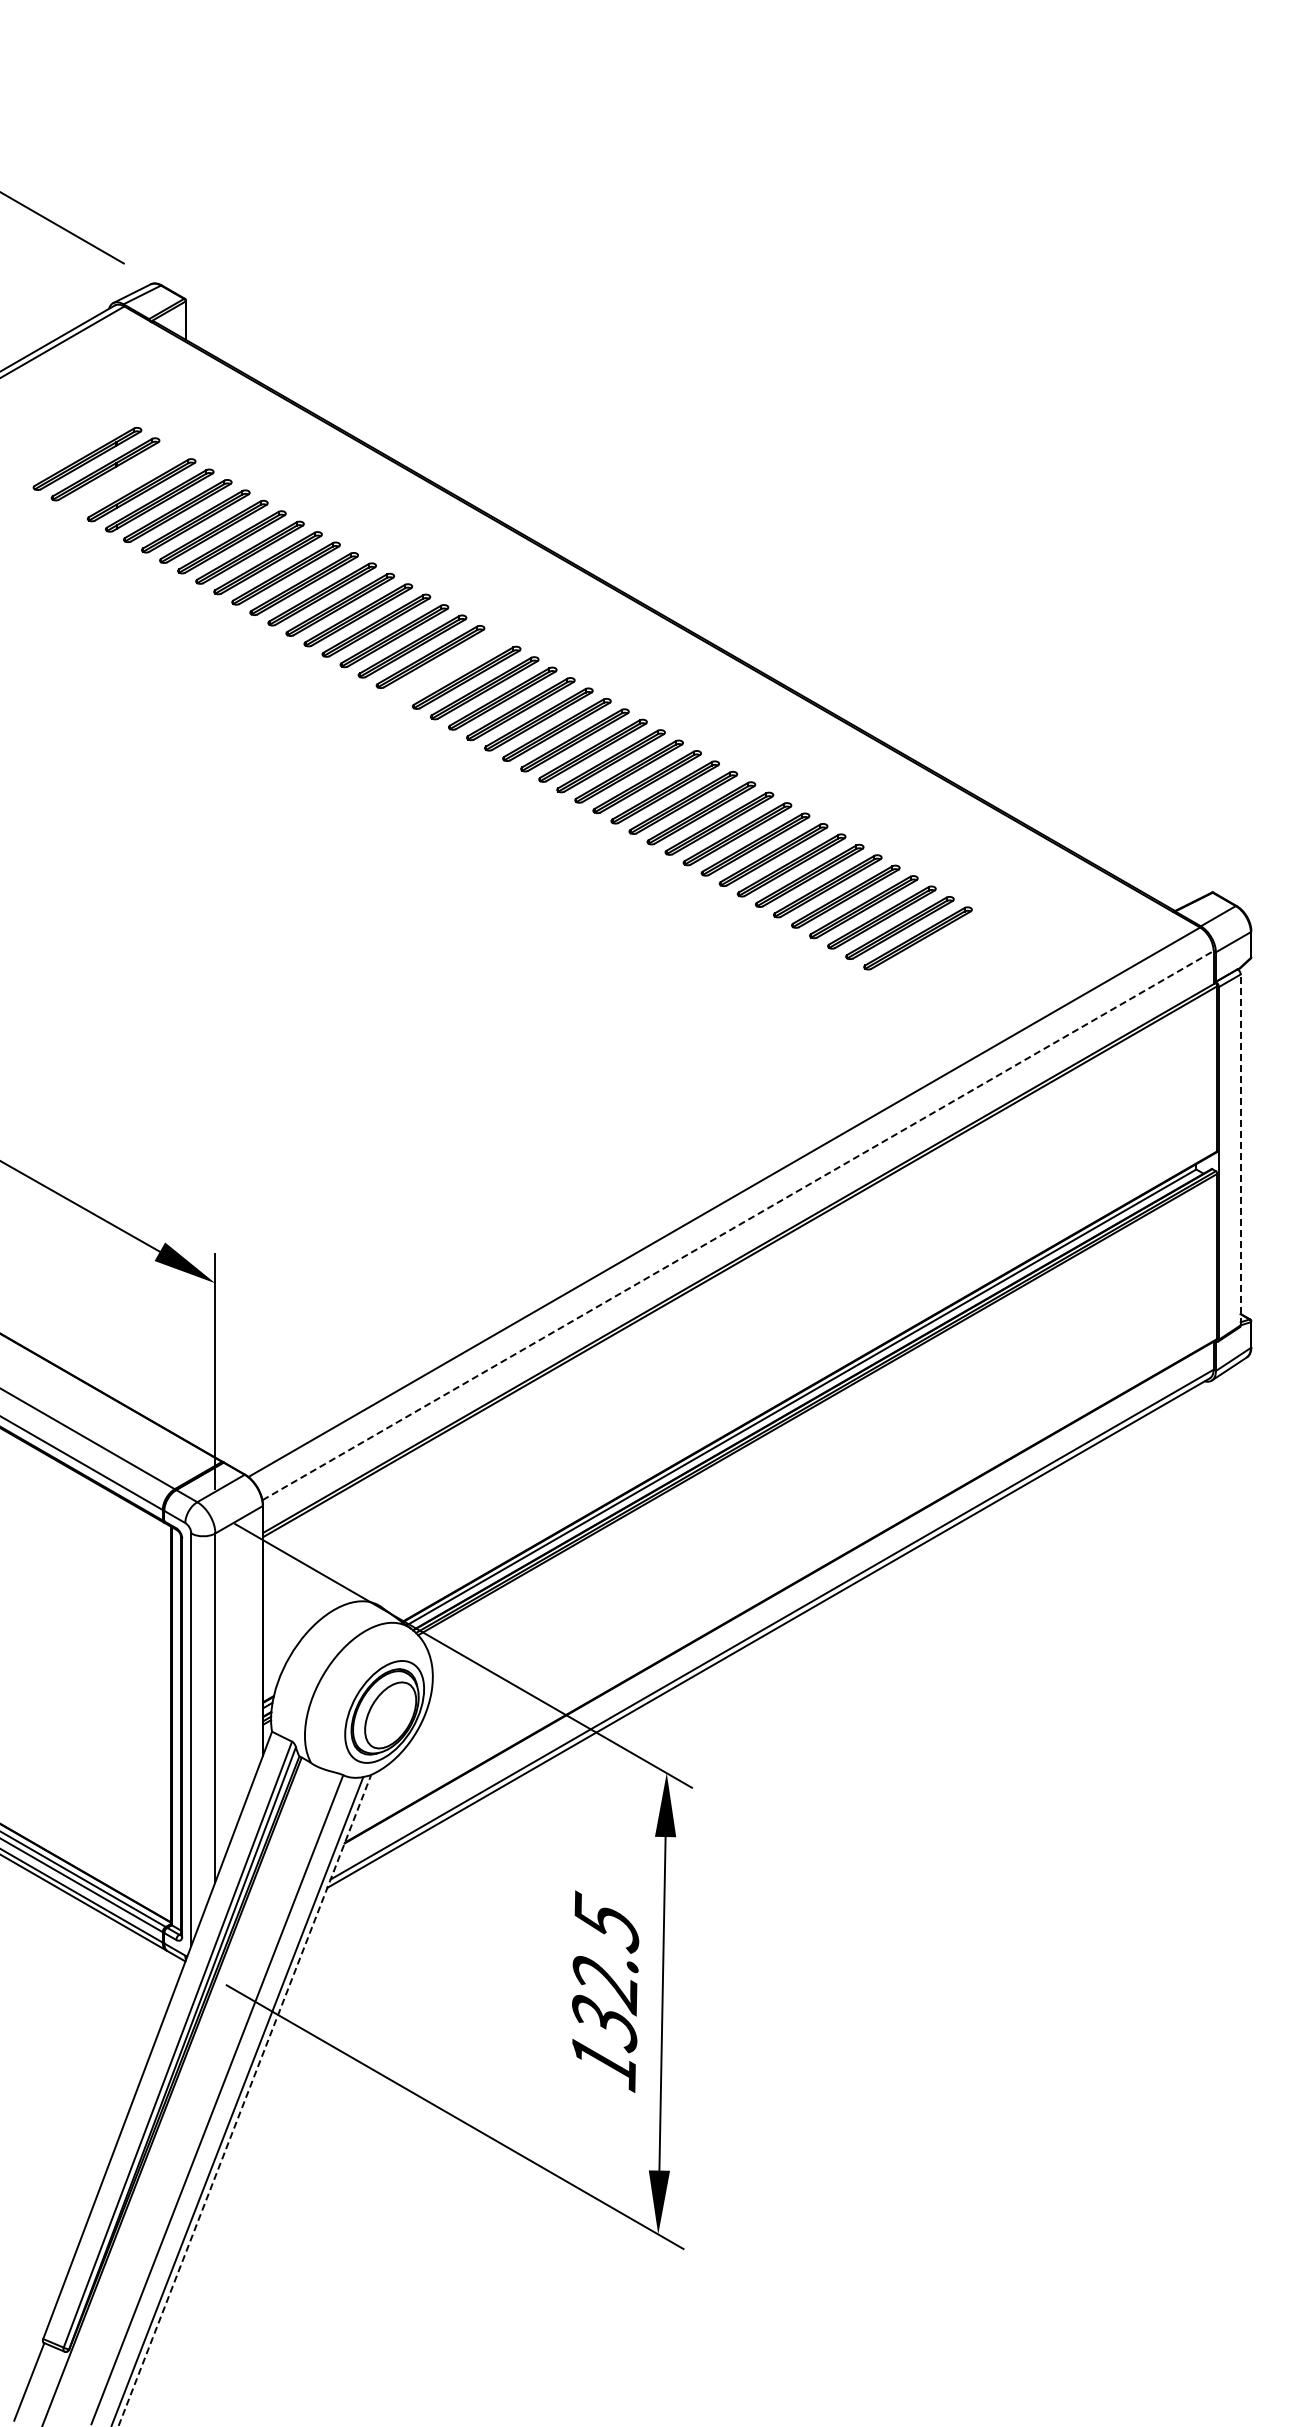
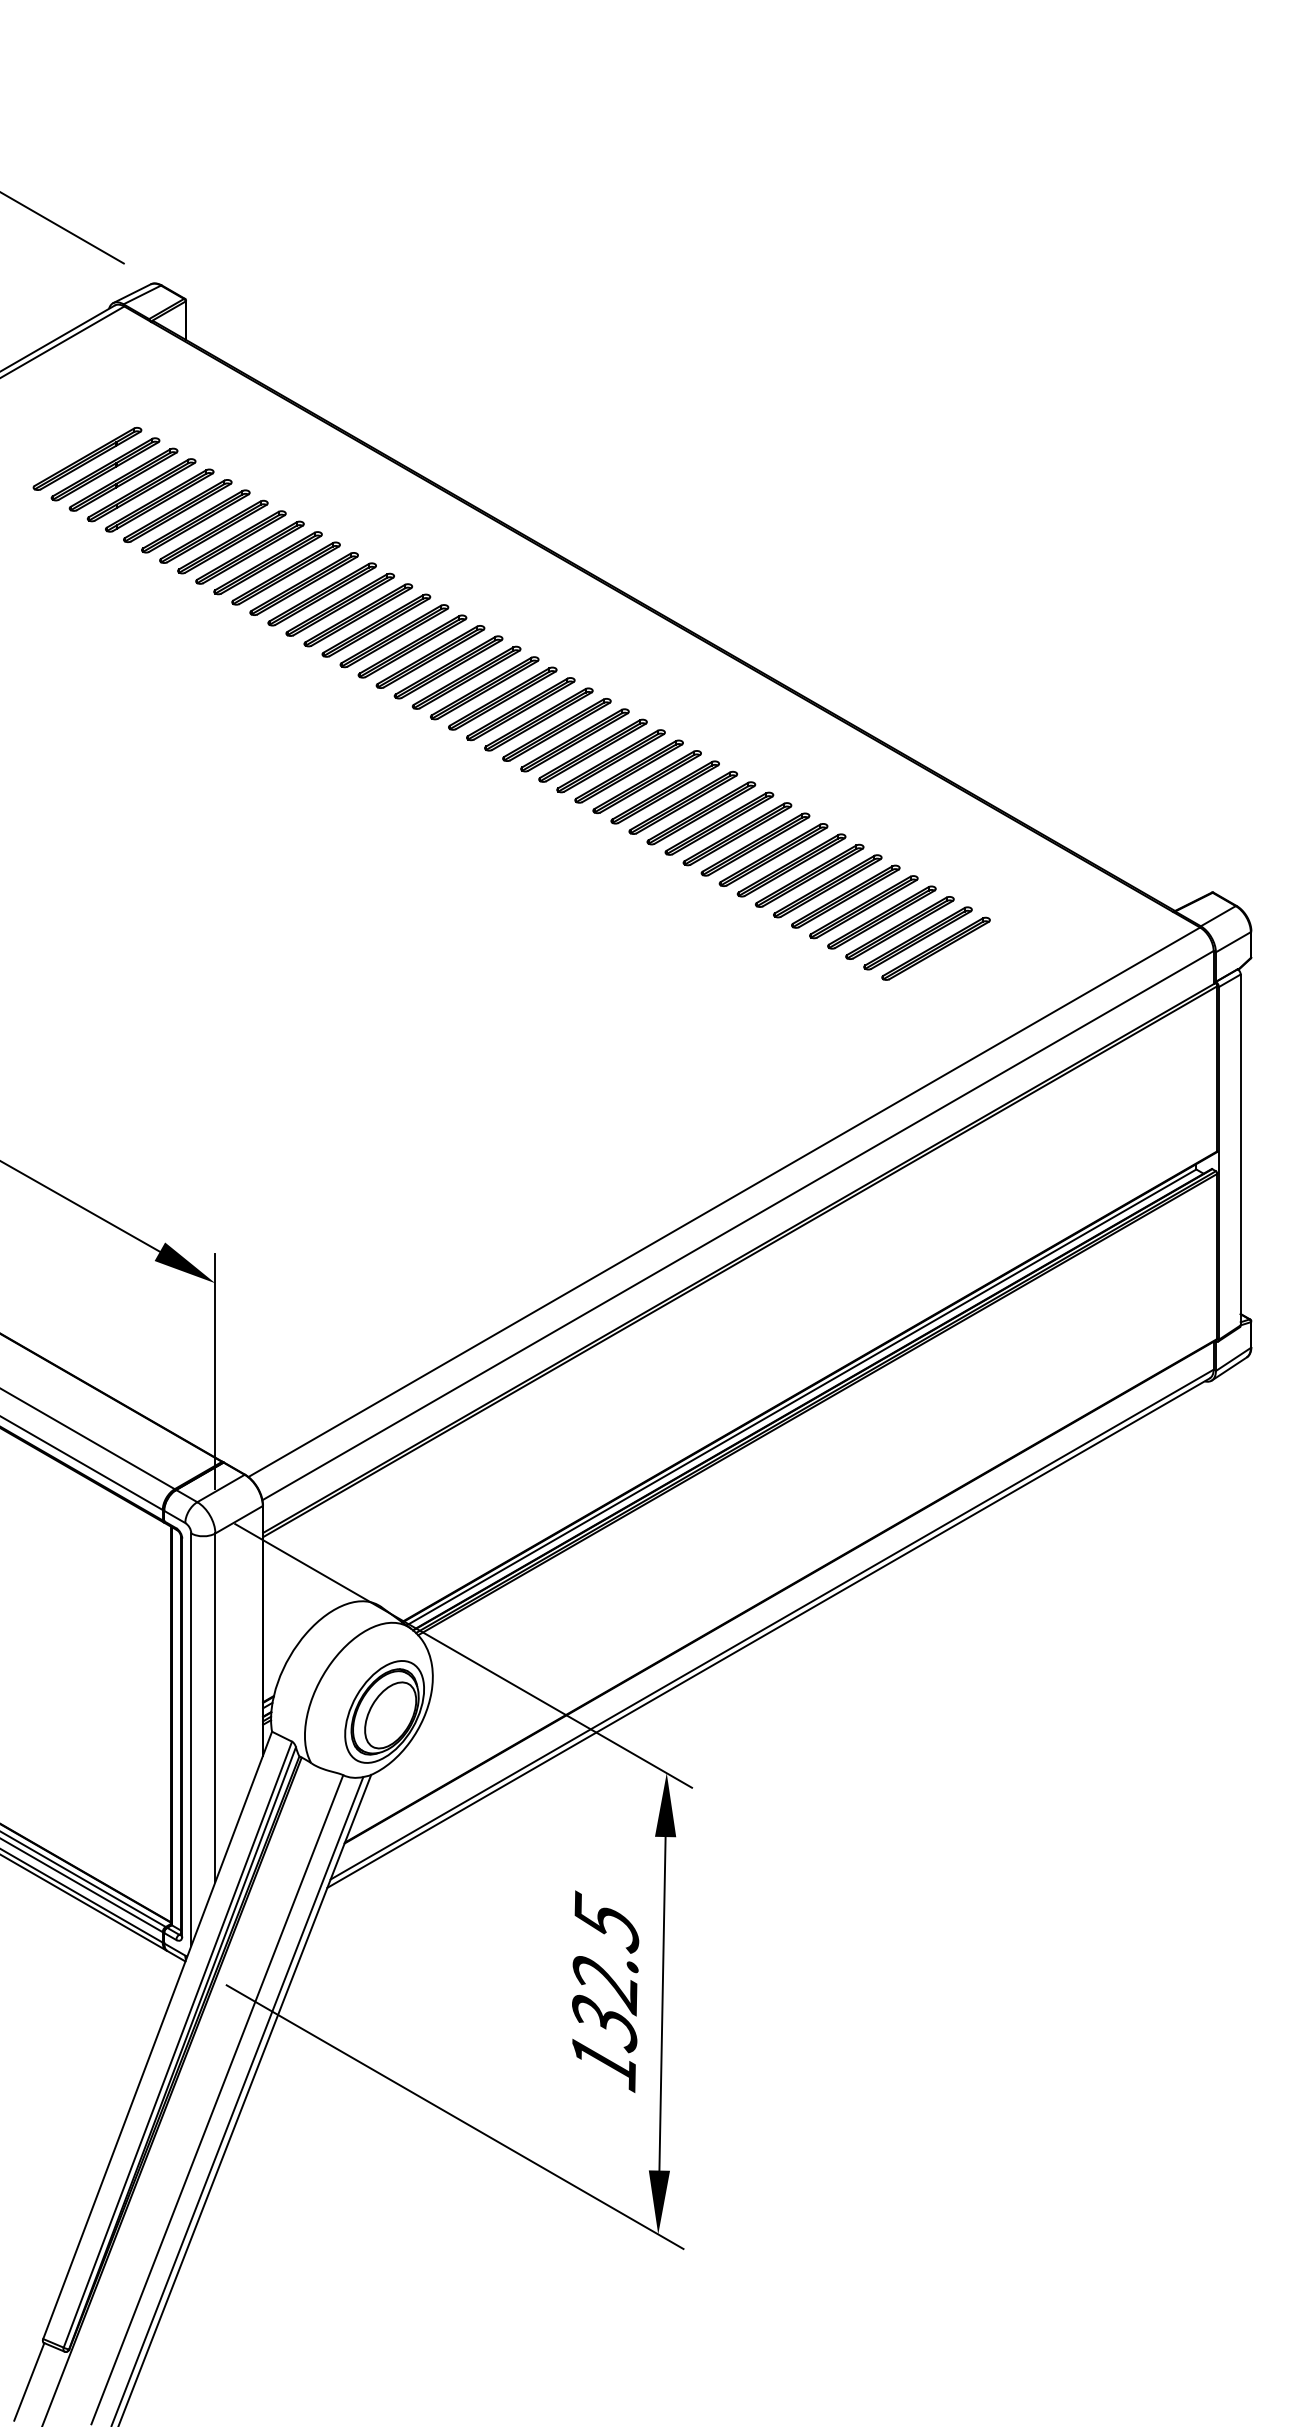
part at (123, 479): none -> present
part at (448, 667): none -> present
part at (935, 948): none -> present
line at (1240, 1149): dashed -> solid
line at (738, 1225): dashed -> solid
line at (244, 2100): dashed -> solid
